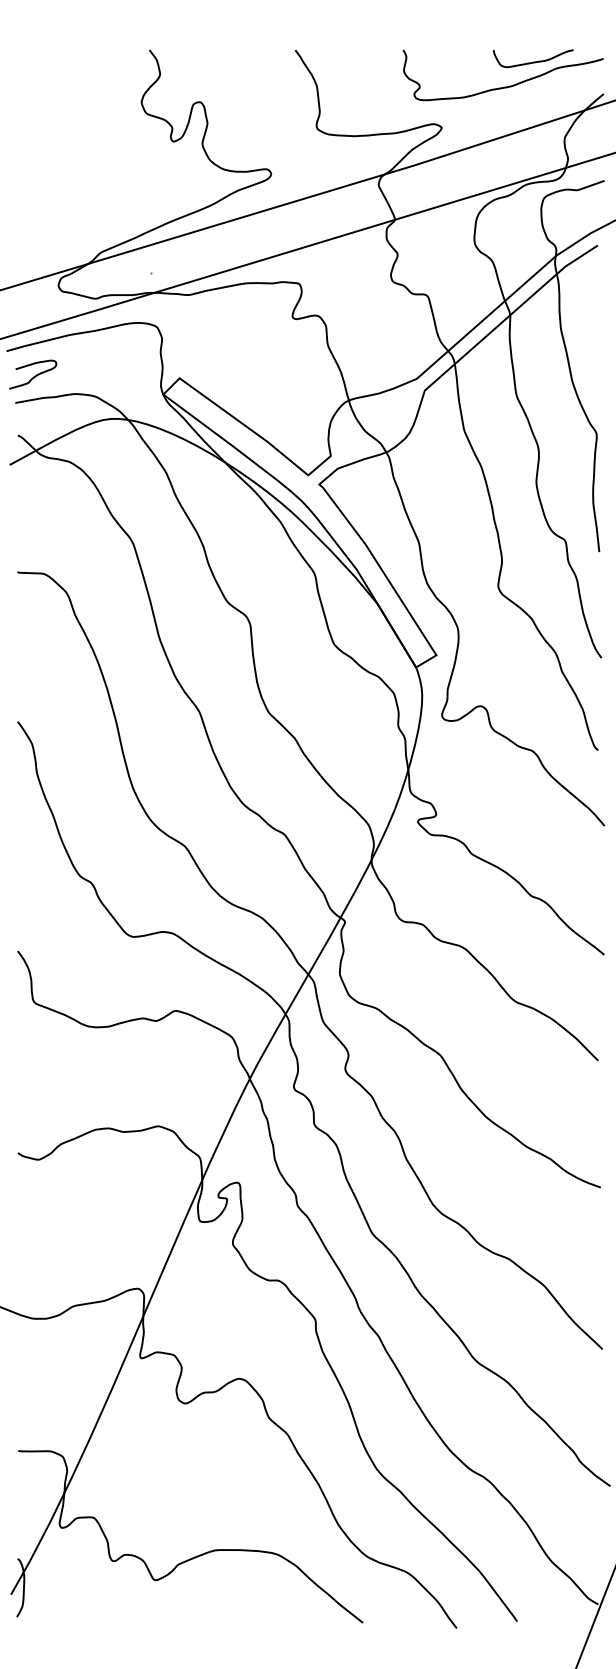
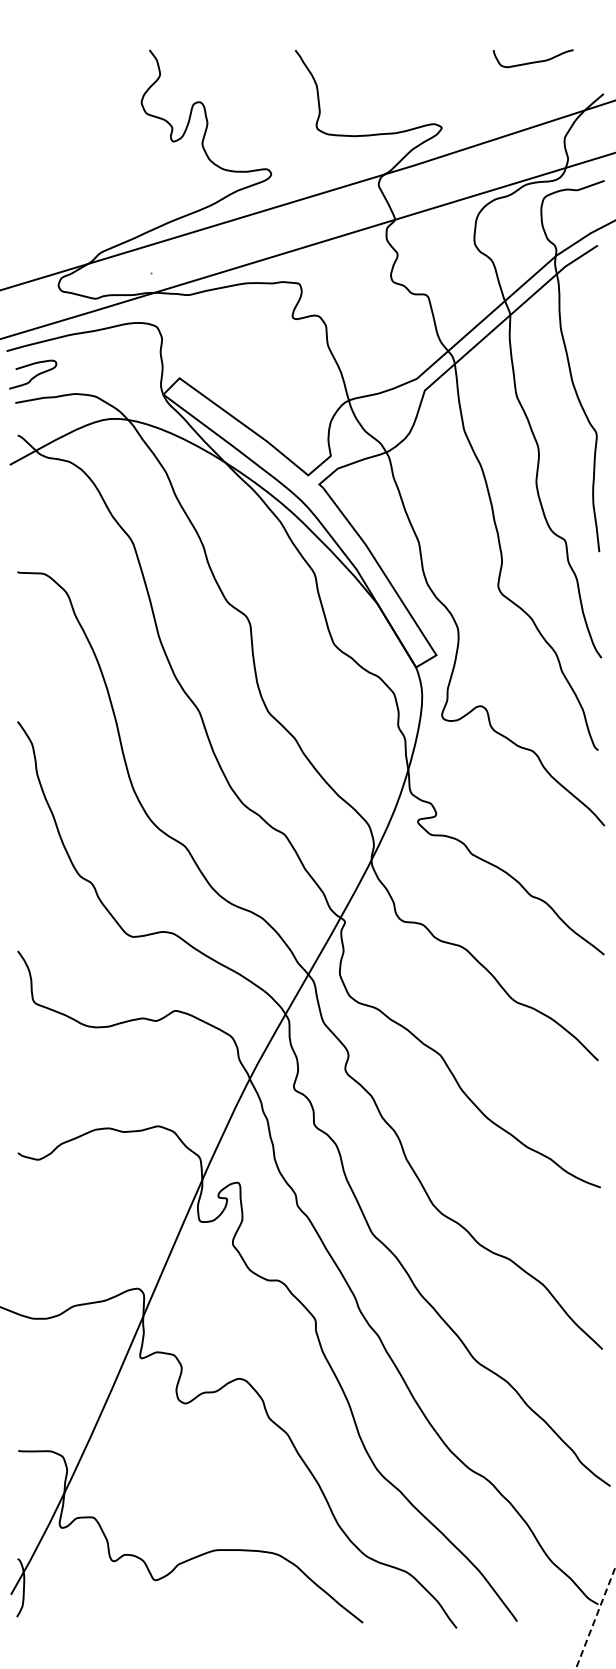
curve at (504, 86): present -> none
line at (595, 1617): solid -> dashed
